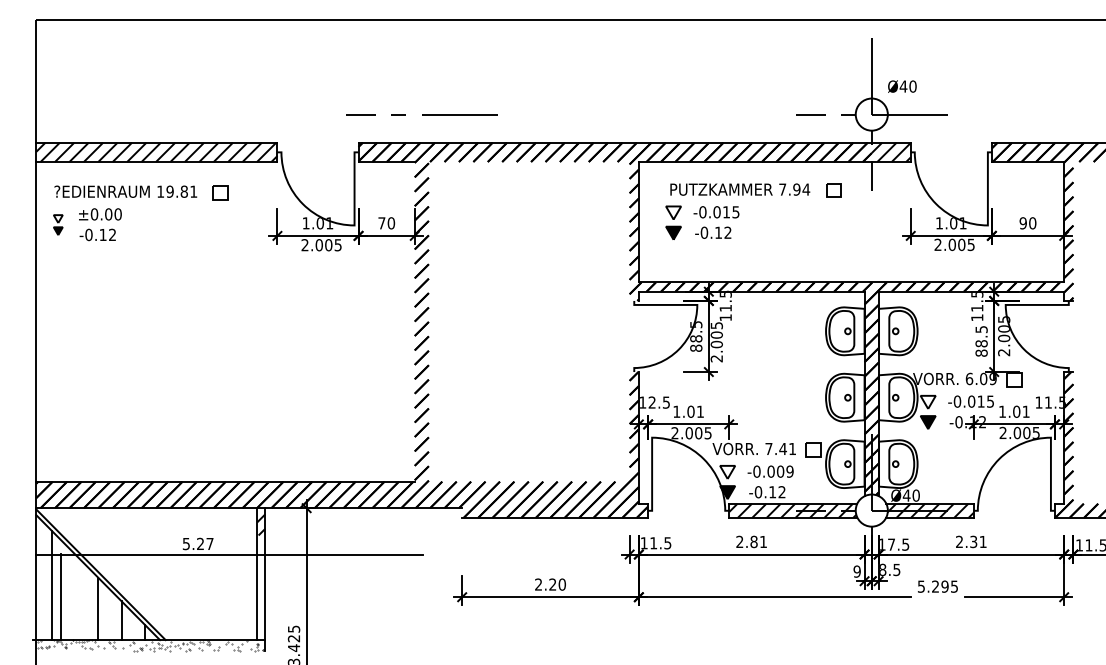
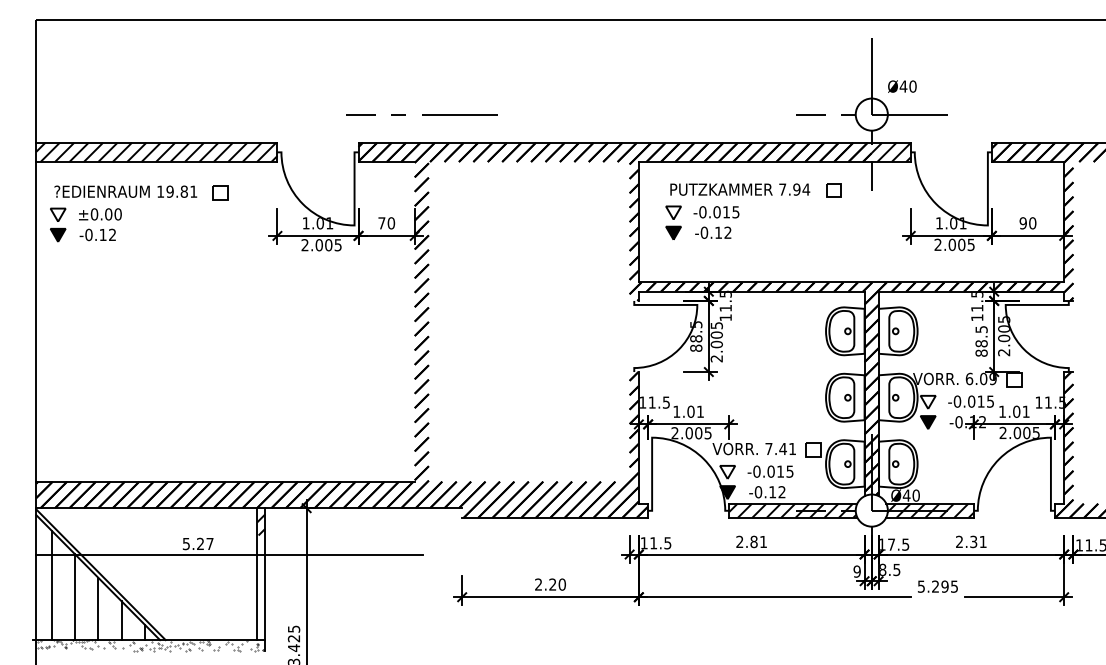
part at (58, 224) size: 11x22 px -> 17x36 px
text at (651, 402): 12.5 -> 11.5
text at (785, 471): -0.009 -> -0.015
line at (60, 597) position: (60, 597) -> (74, 597)
